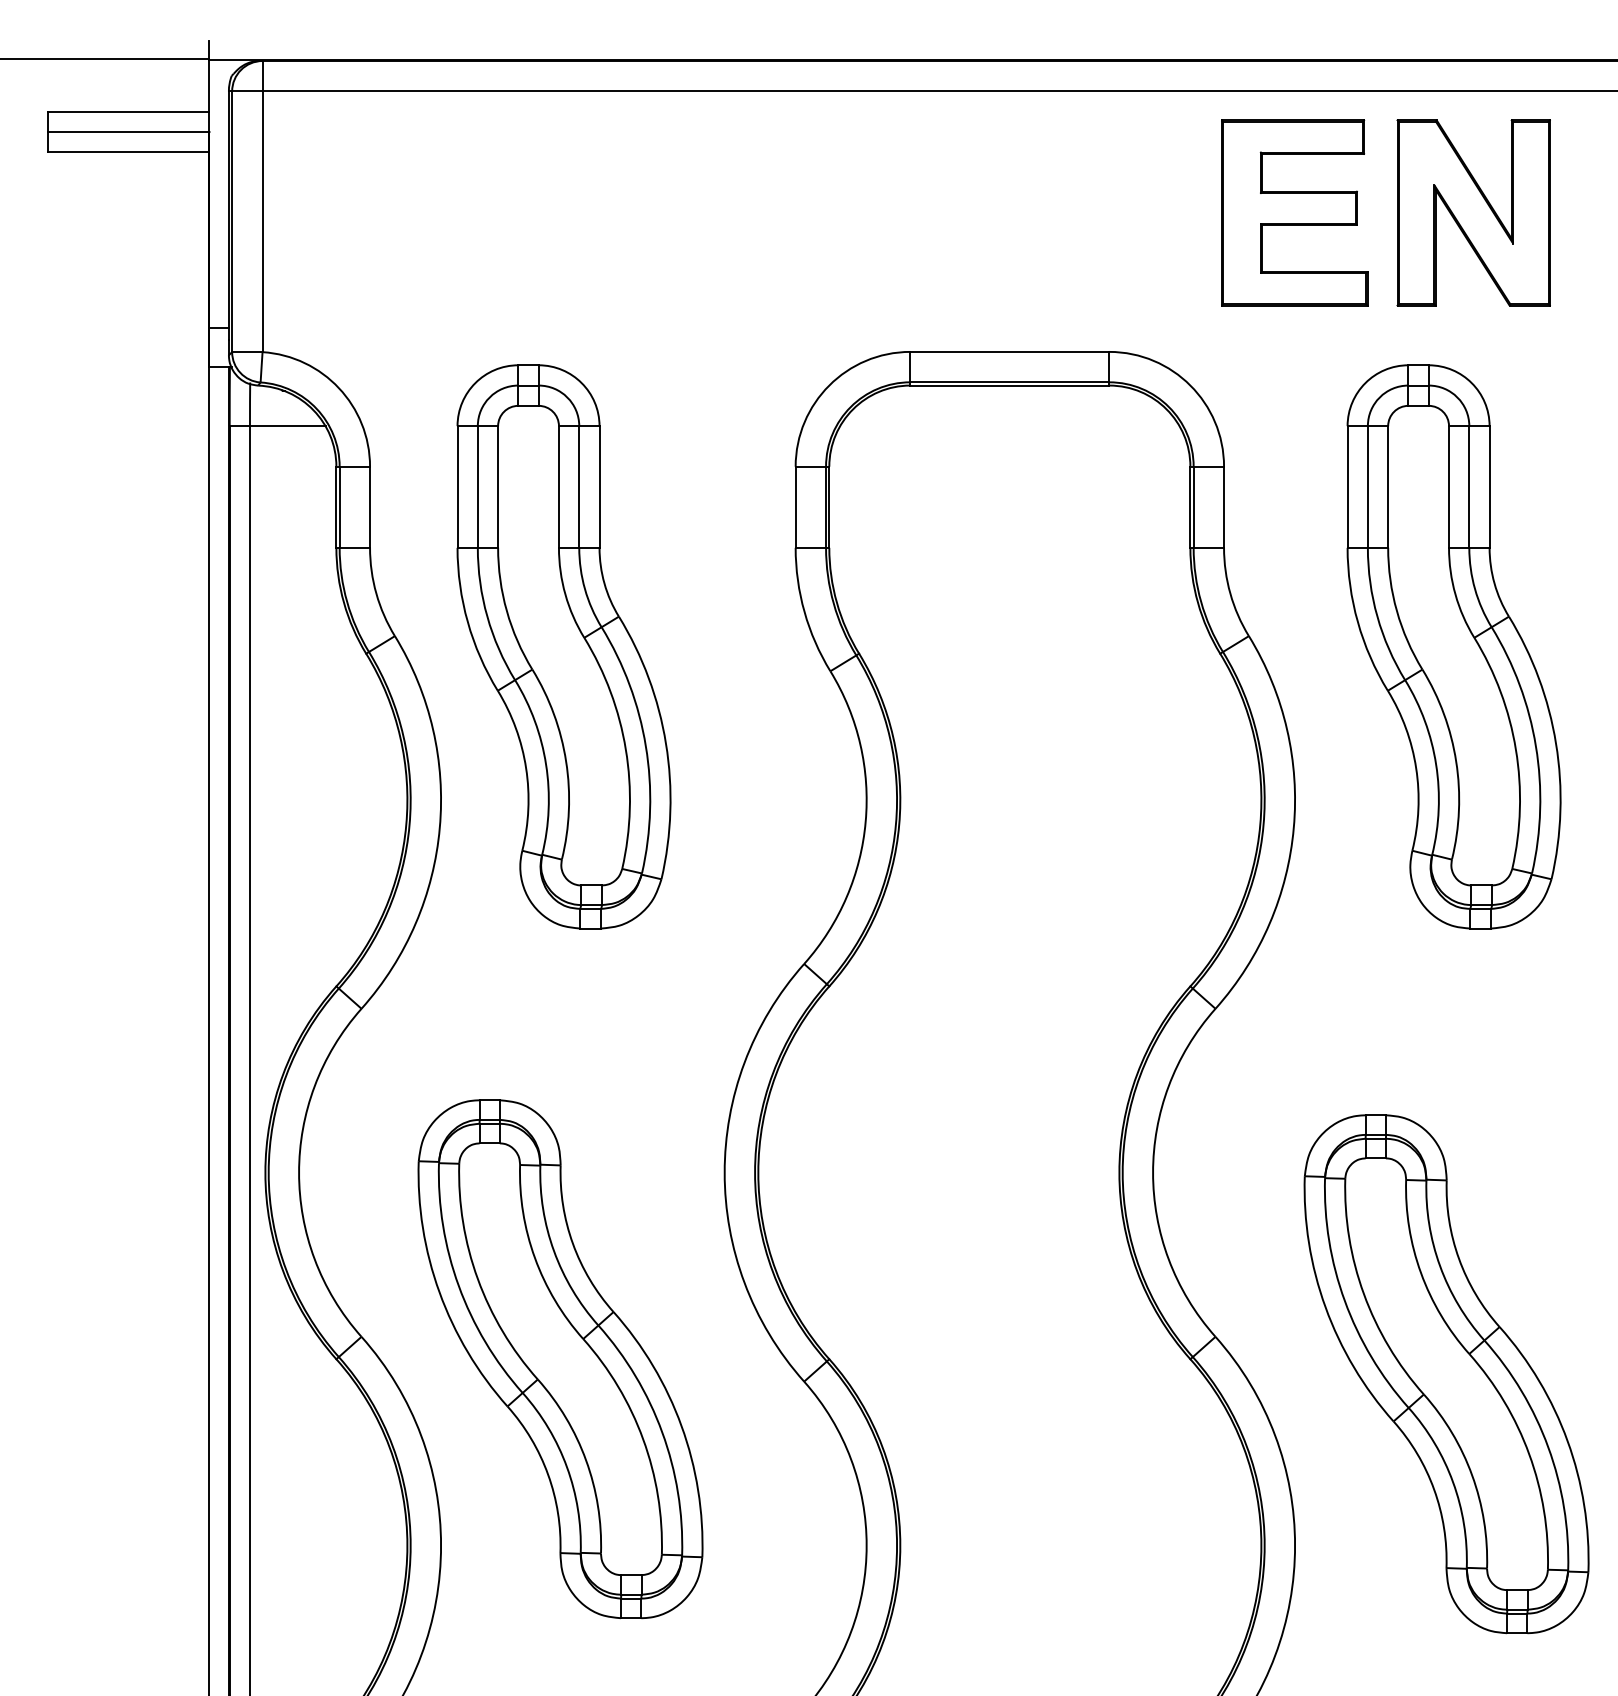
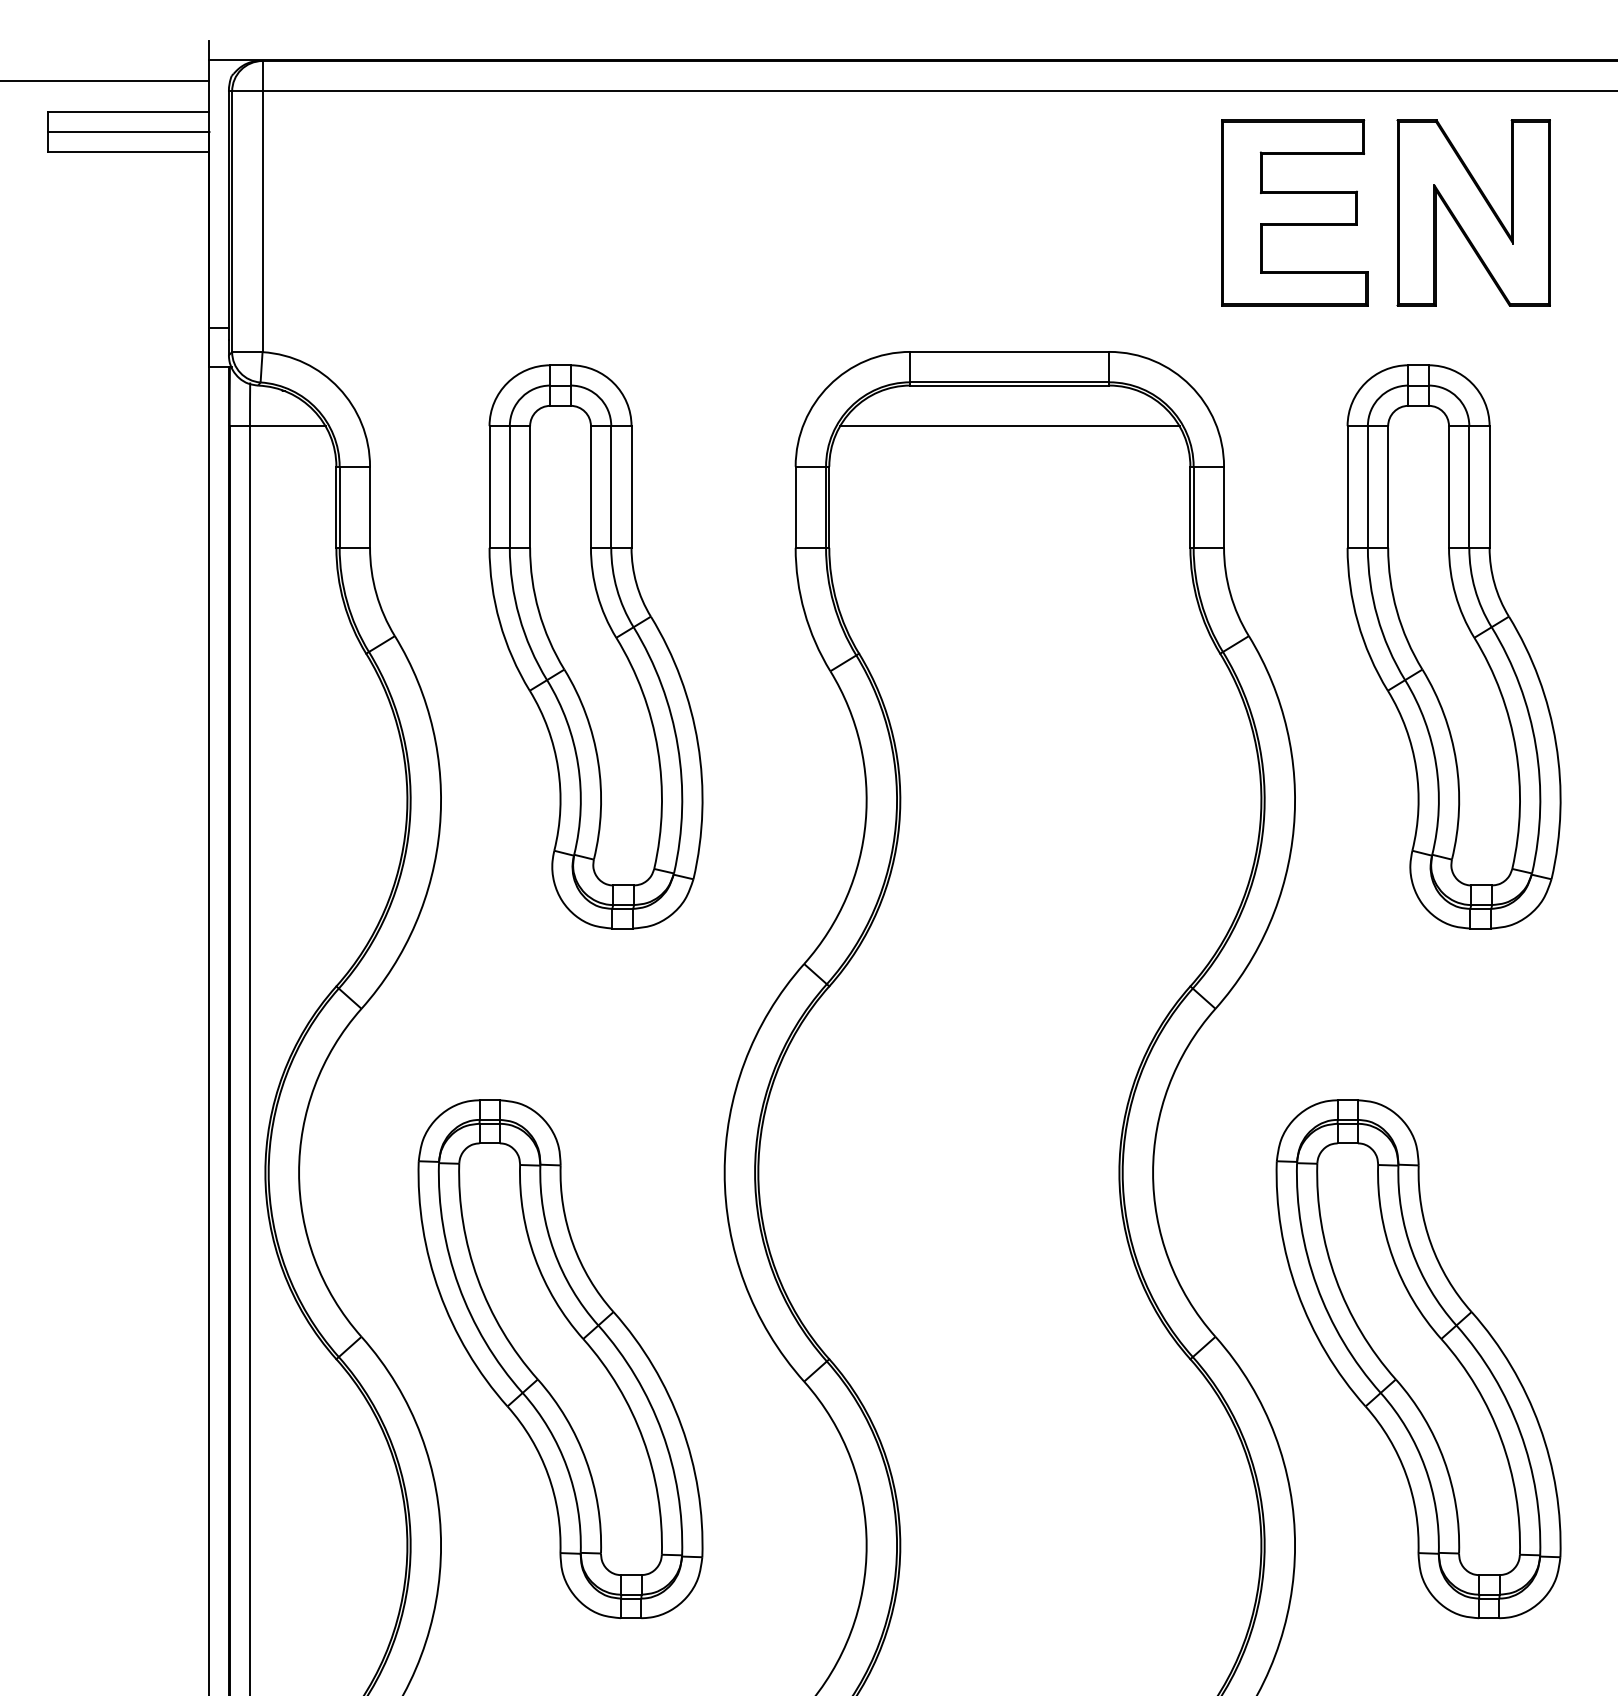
line at (105, 59) position: (105, 59) -> (105, 81)
line at (1009, 426): none -> present
part at (563, 646) position: (563, 646) -> (595, 646)
part at (1446, 1374) position: (1446, 1374) -> (1418, 1359)
